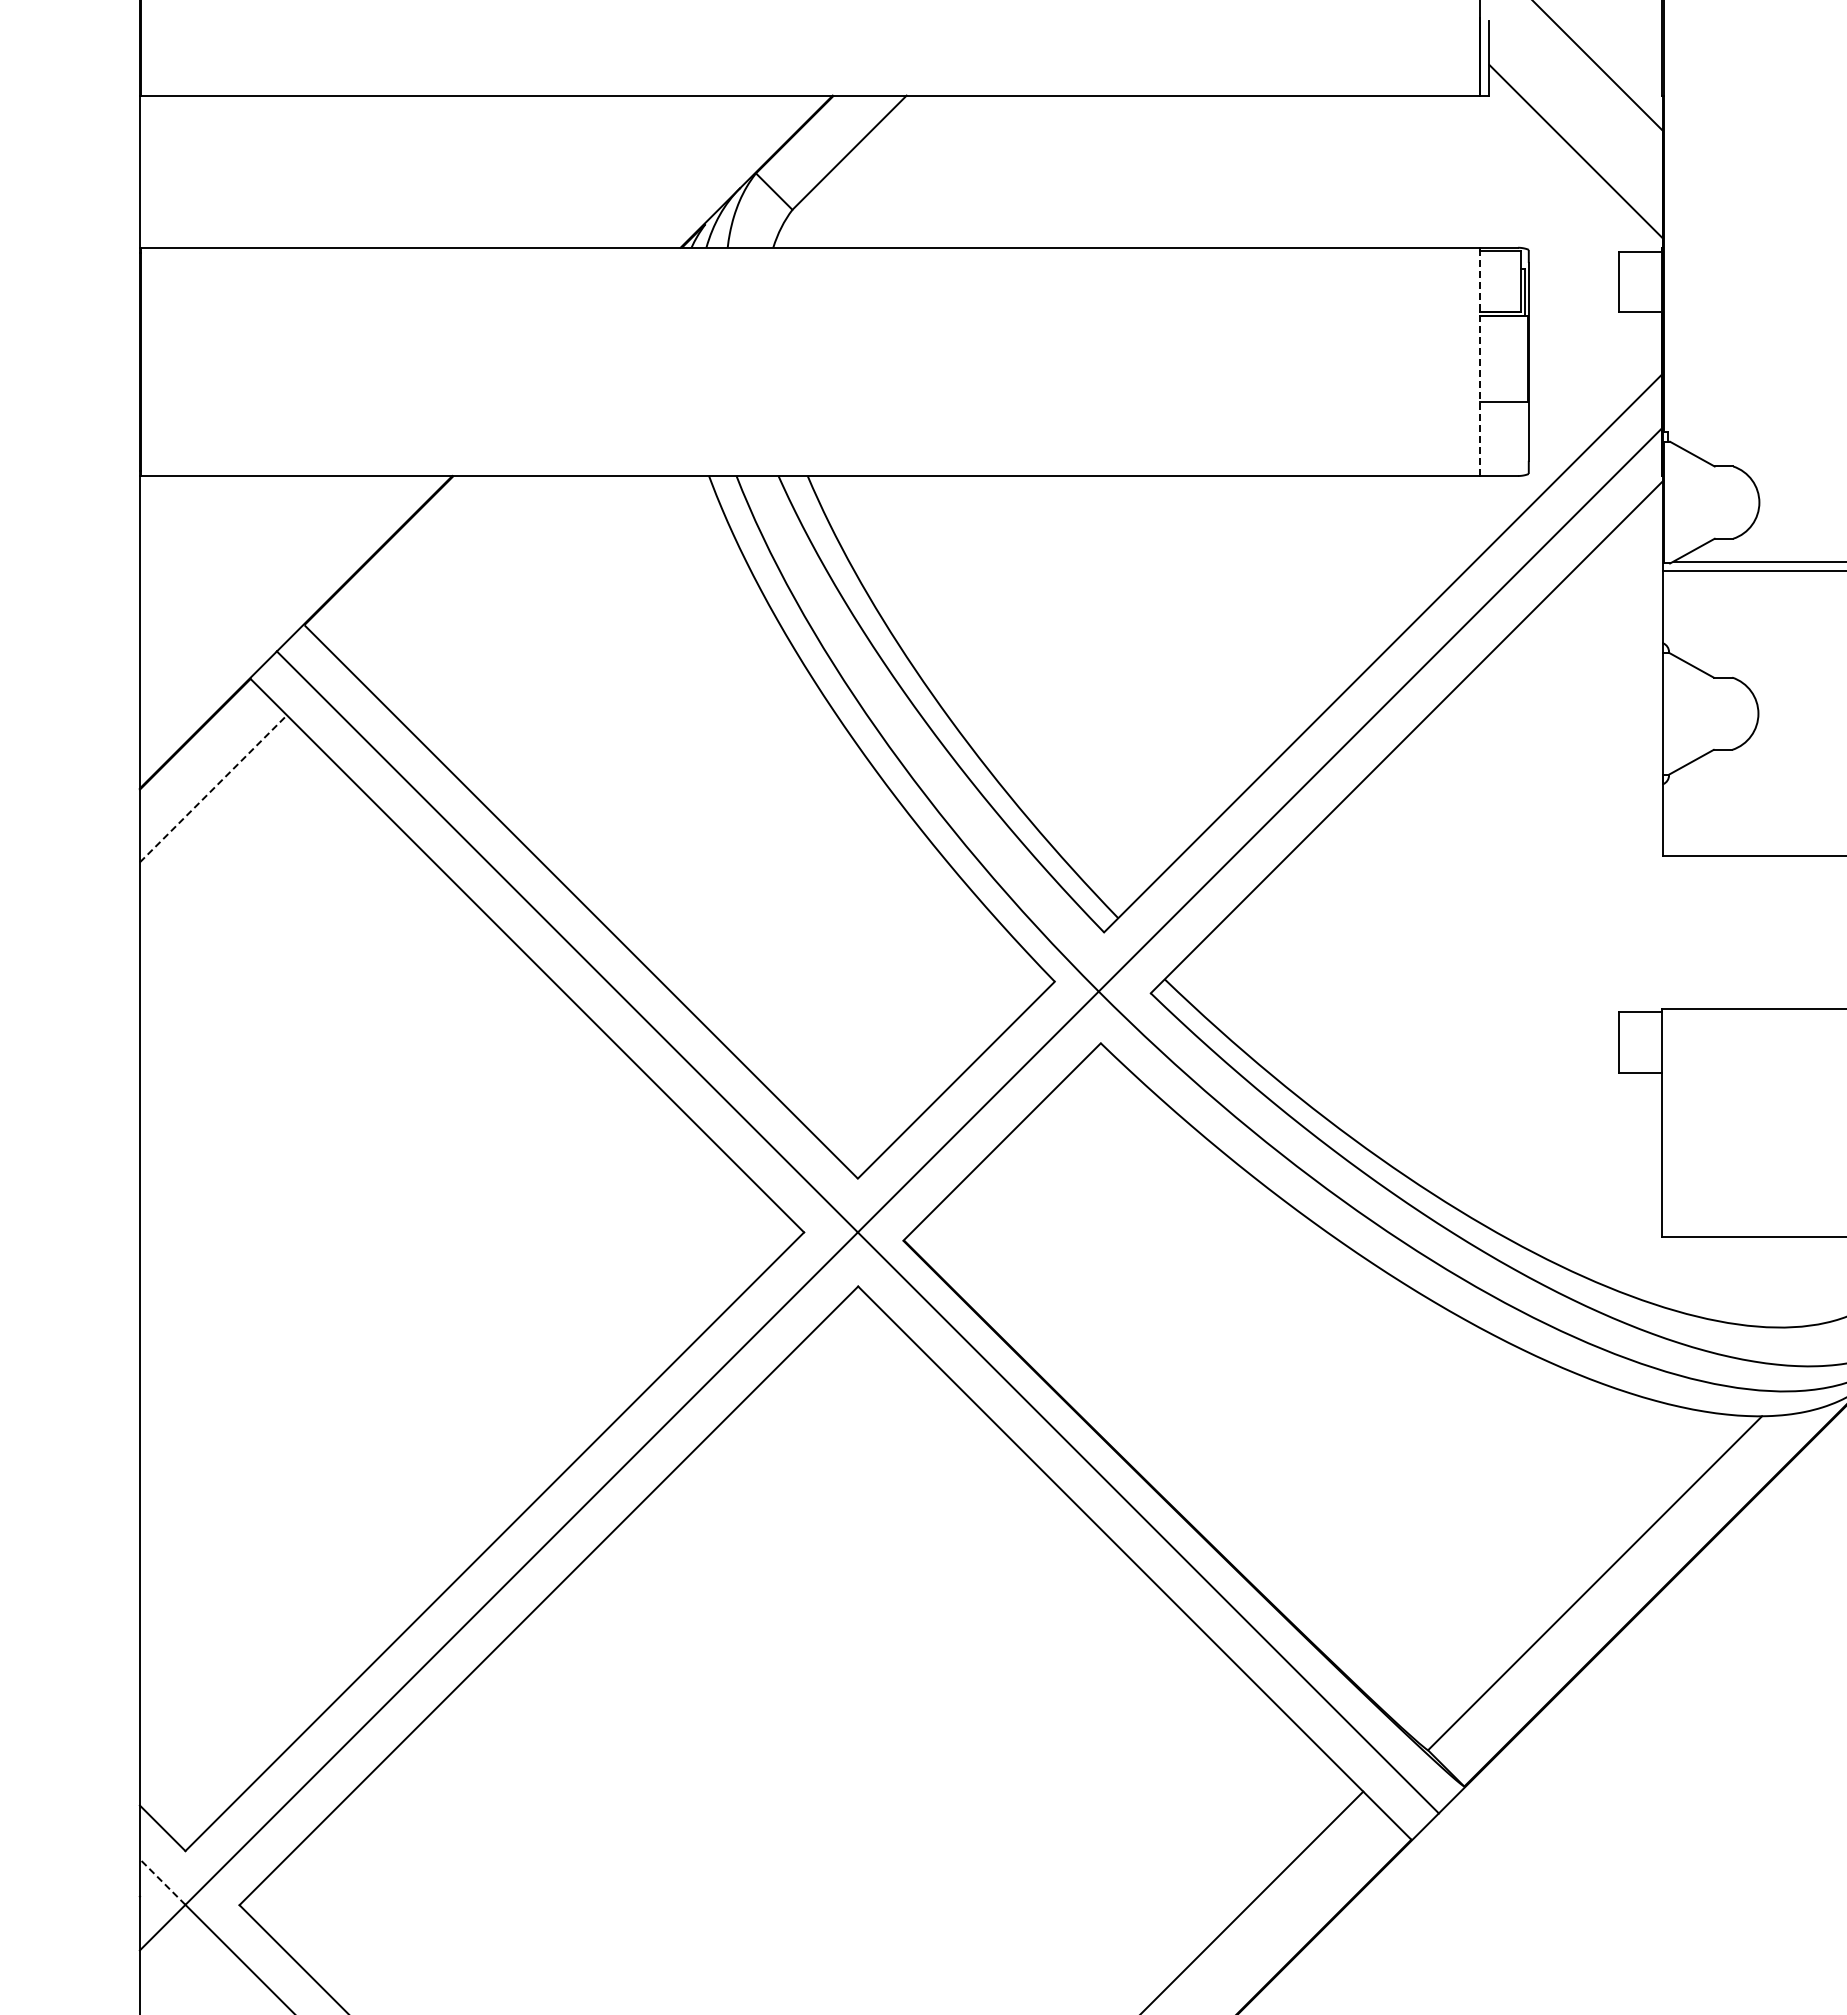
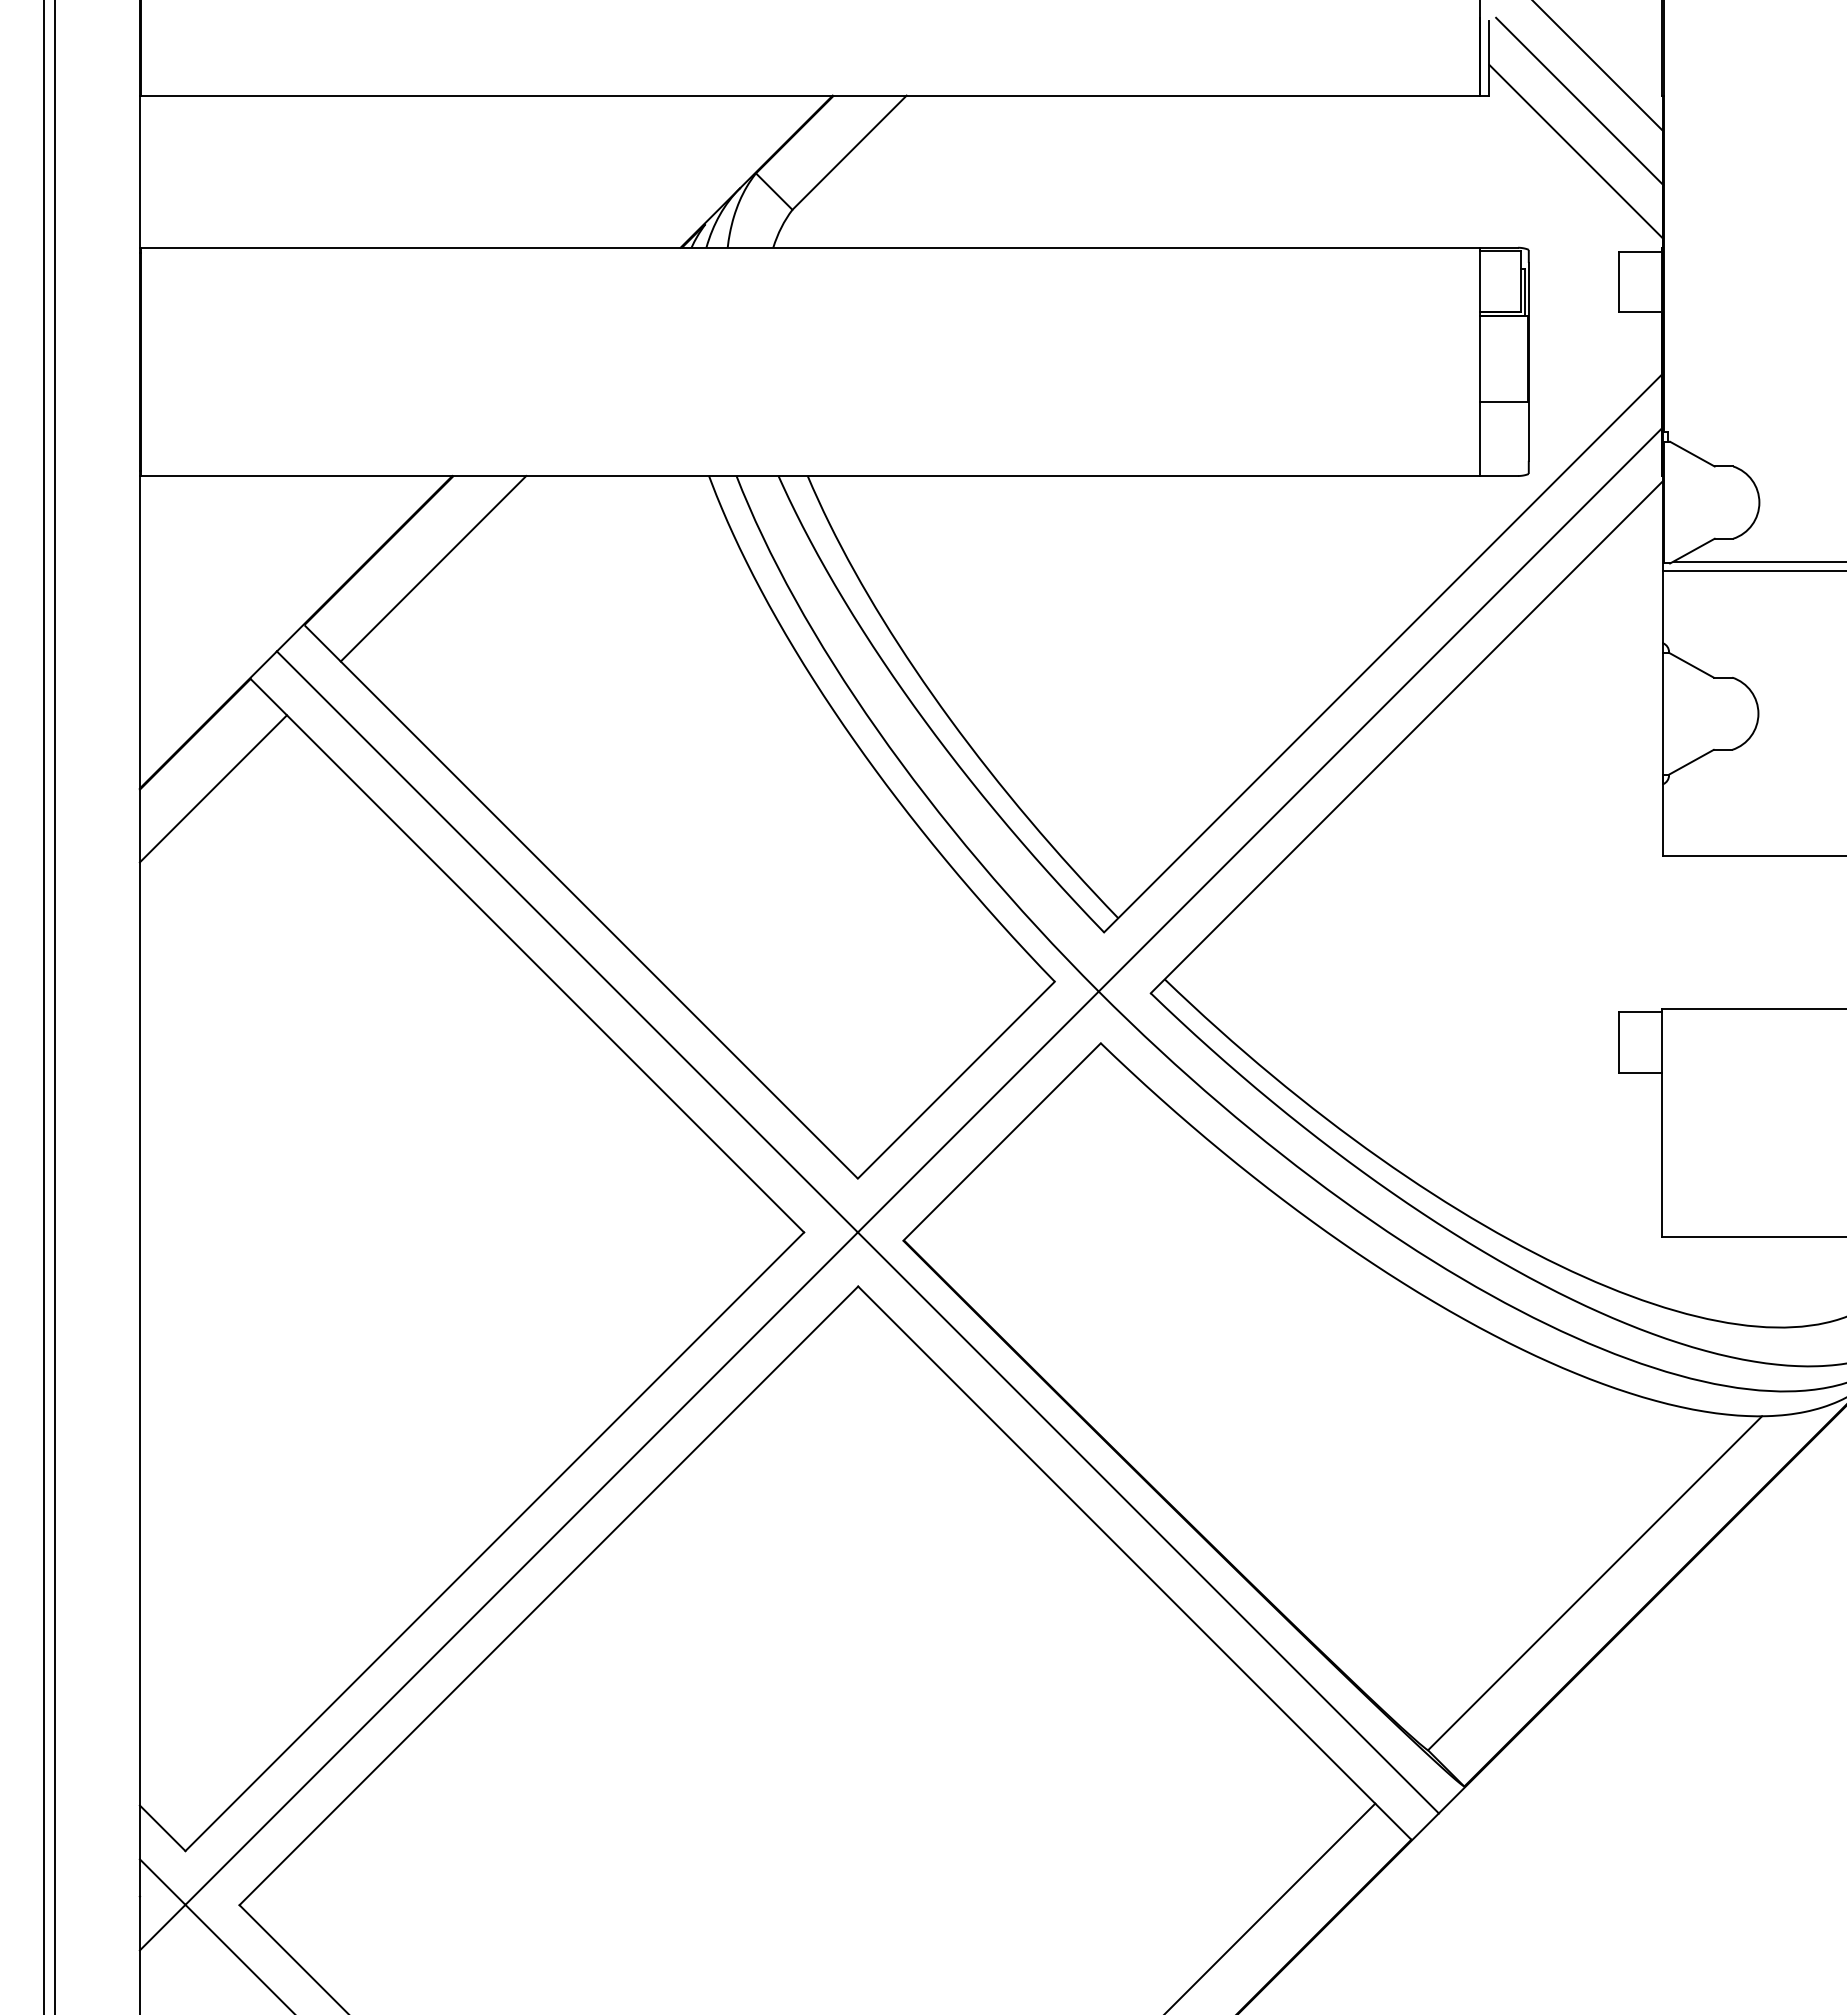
line at (1579, 101): none -> present
line at (1479, 361): dashed -> solid
line at (433, 568): none -> present
line at (213, 788): dashed -> solid
line at (43, 1006): none -> present
line at (55, 1006): none -> present
line at (162, 1881): dashed -> solid
line at (1253, 1901) position: (1253, 1901) -> (1271, 1907)
